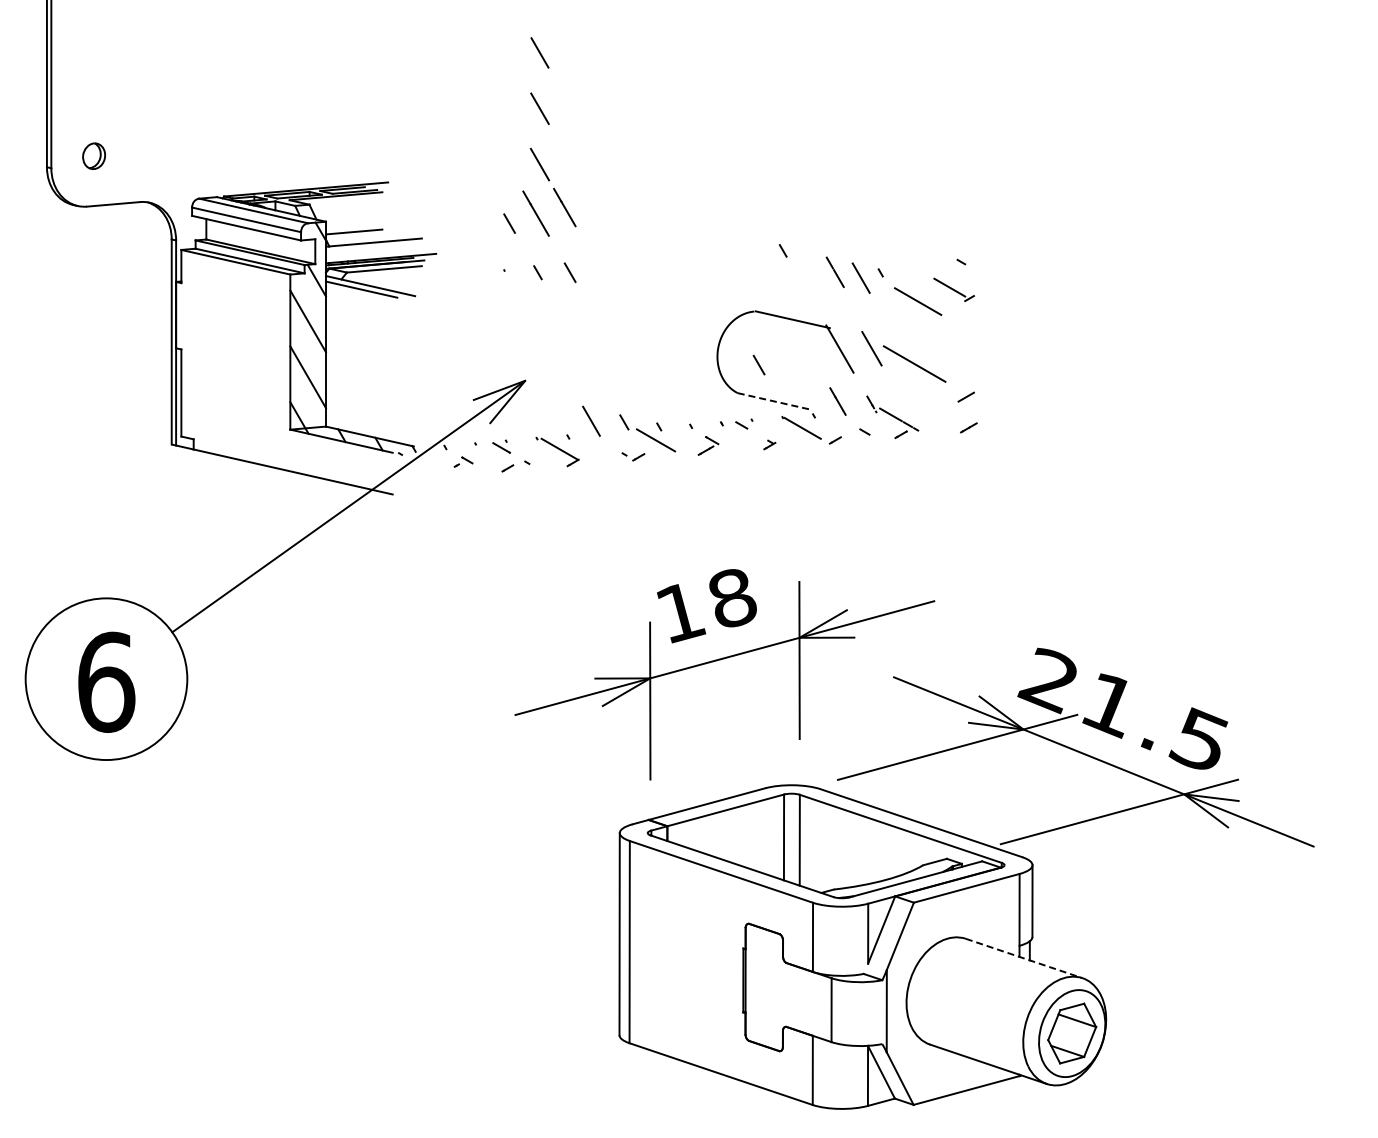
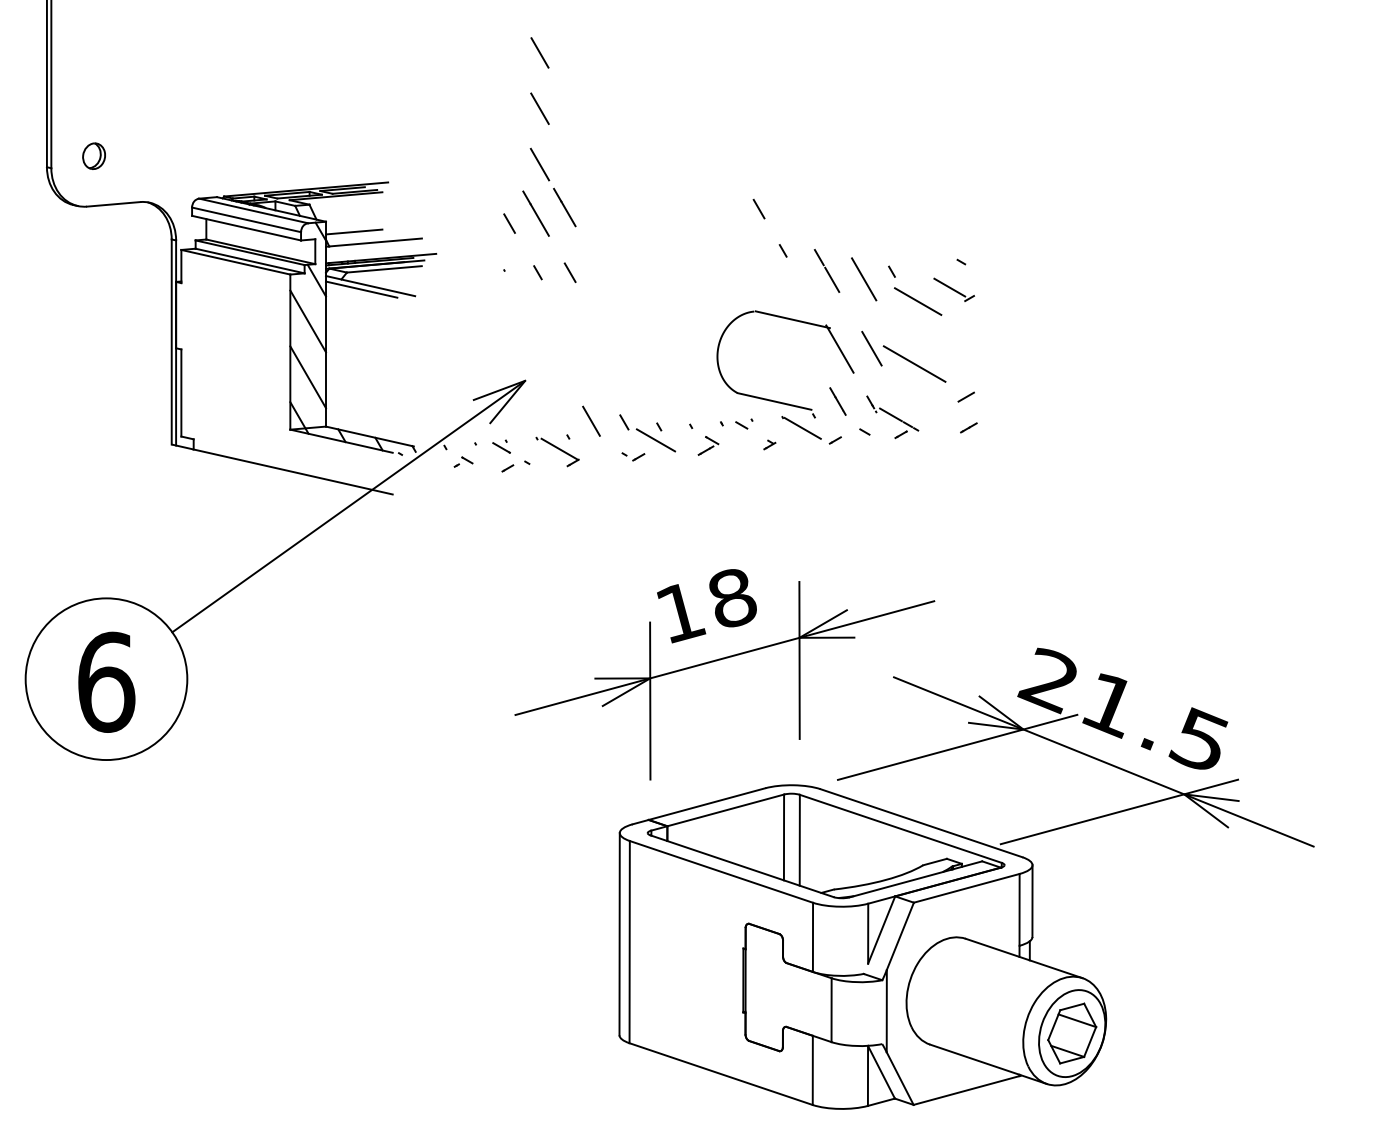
part at (854, 274) size: 59x38 px -> 83x53 px
line at (758, 365) position: (758, 365) -> (758, 209)
line at (774, 401): dashed -> solid
line at (1024, 958): dashed -> solid
